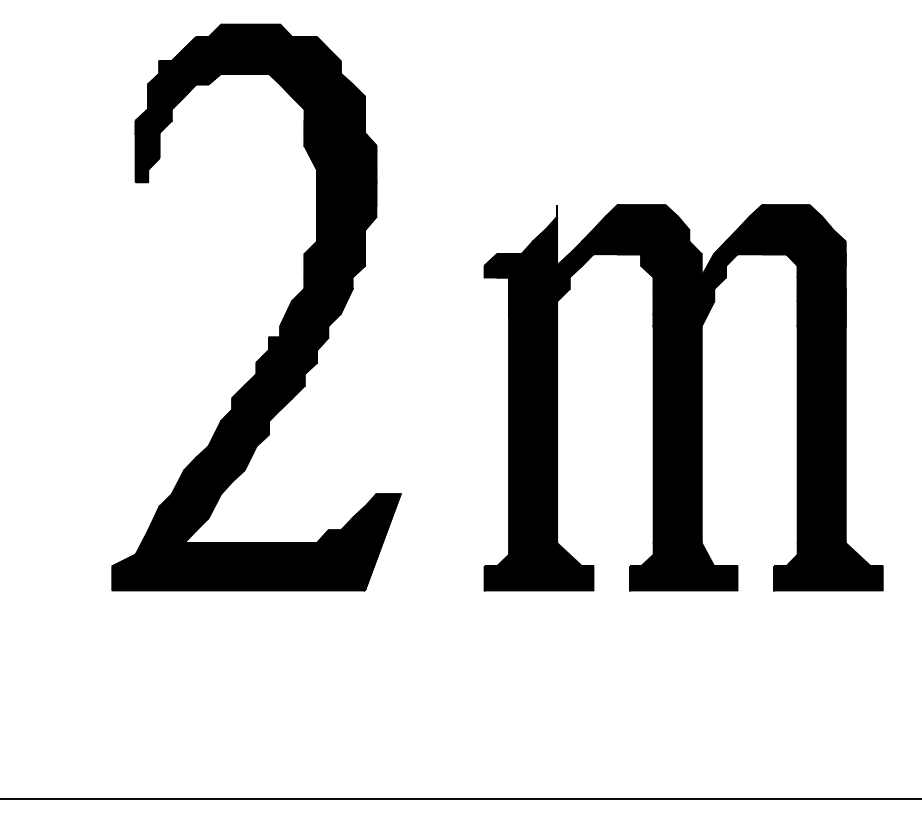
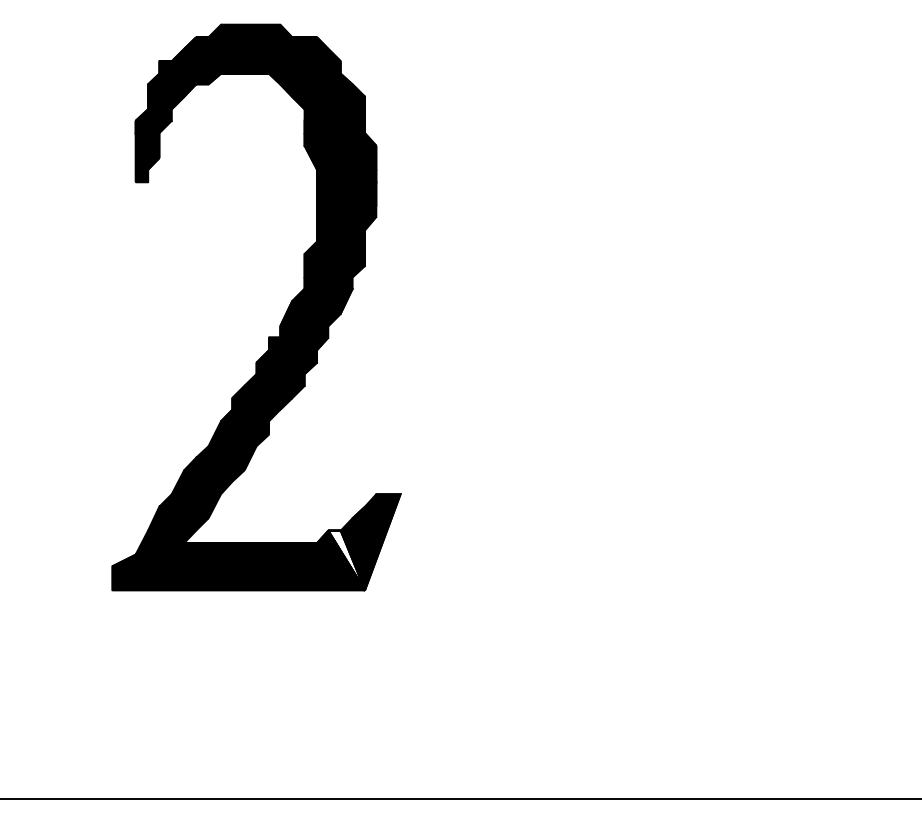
part at (683, 397): present -> none
fill at (346, 560): present -> none
